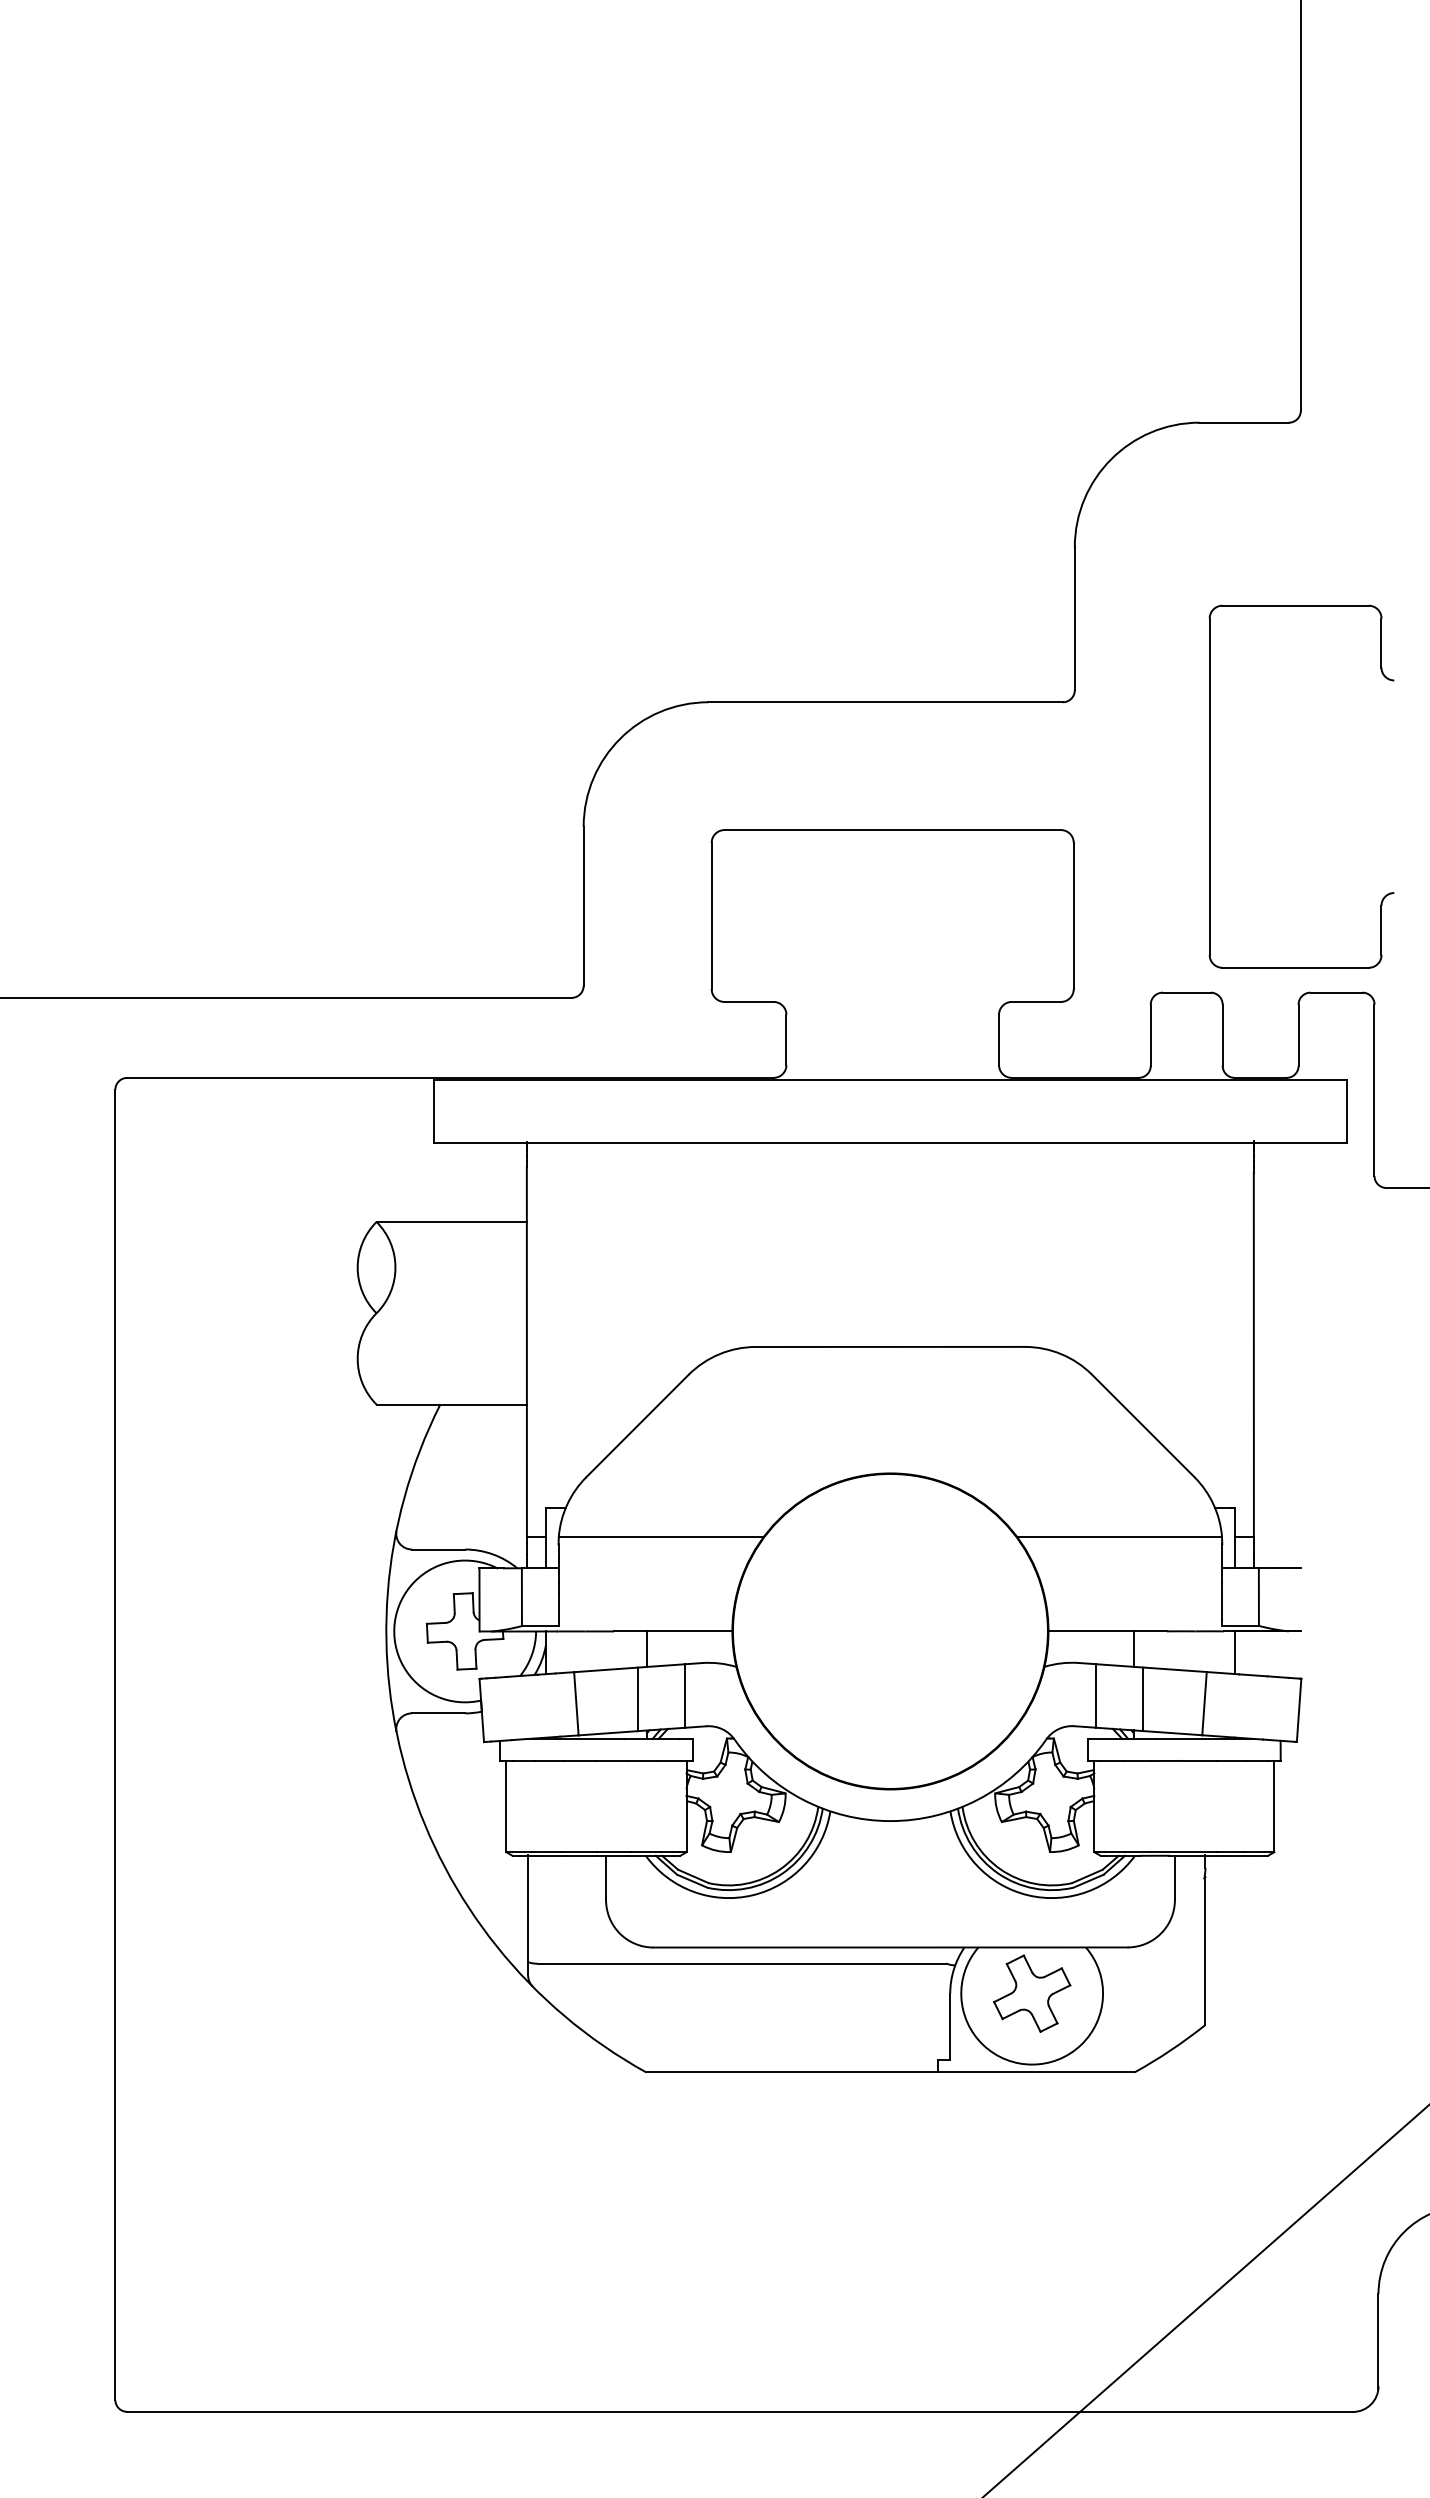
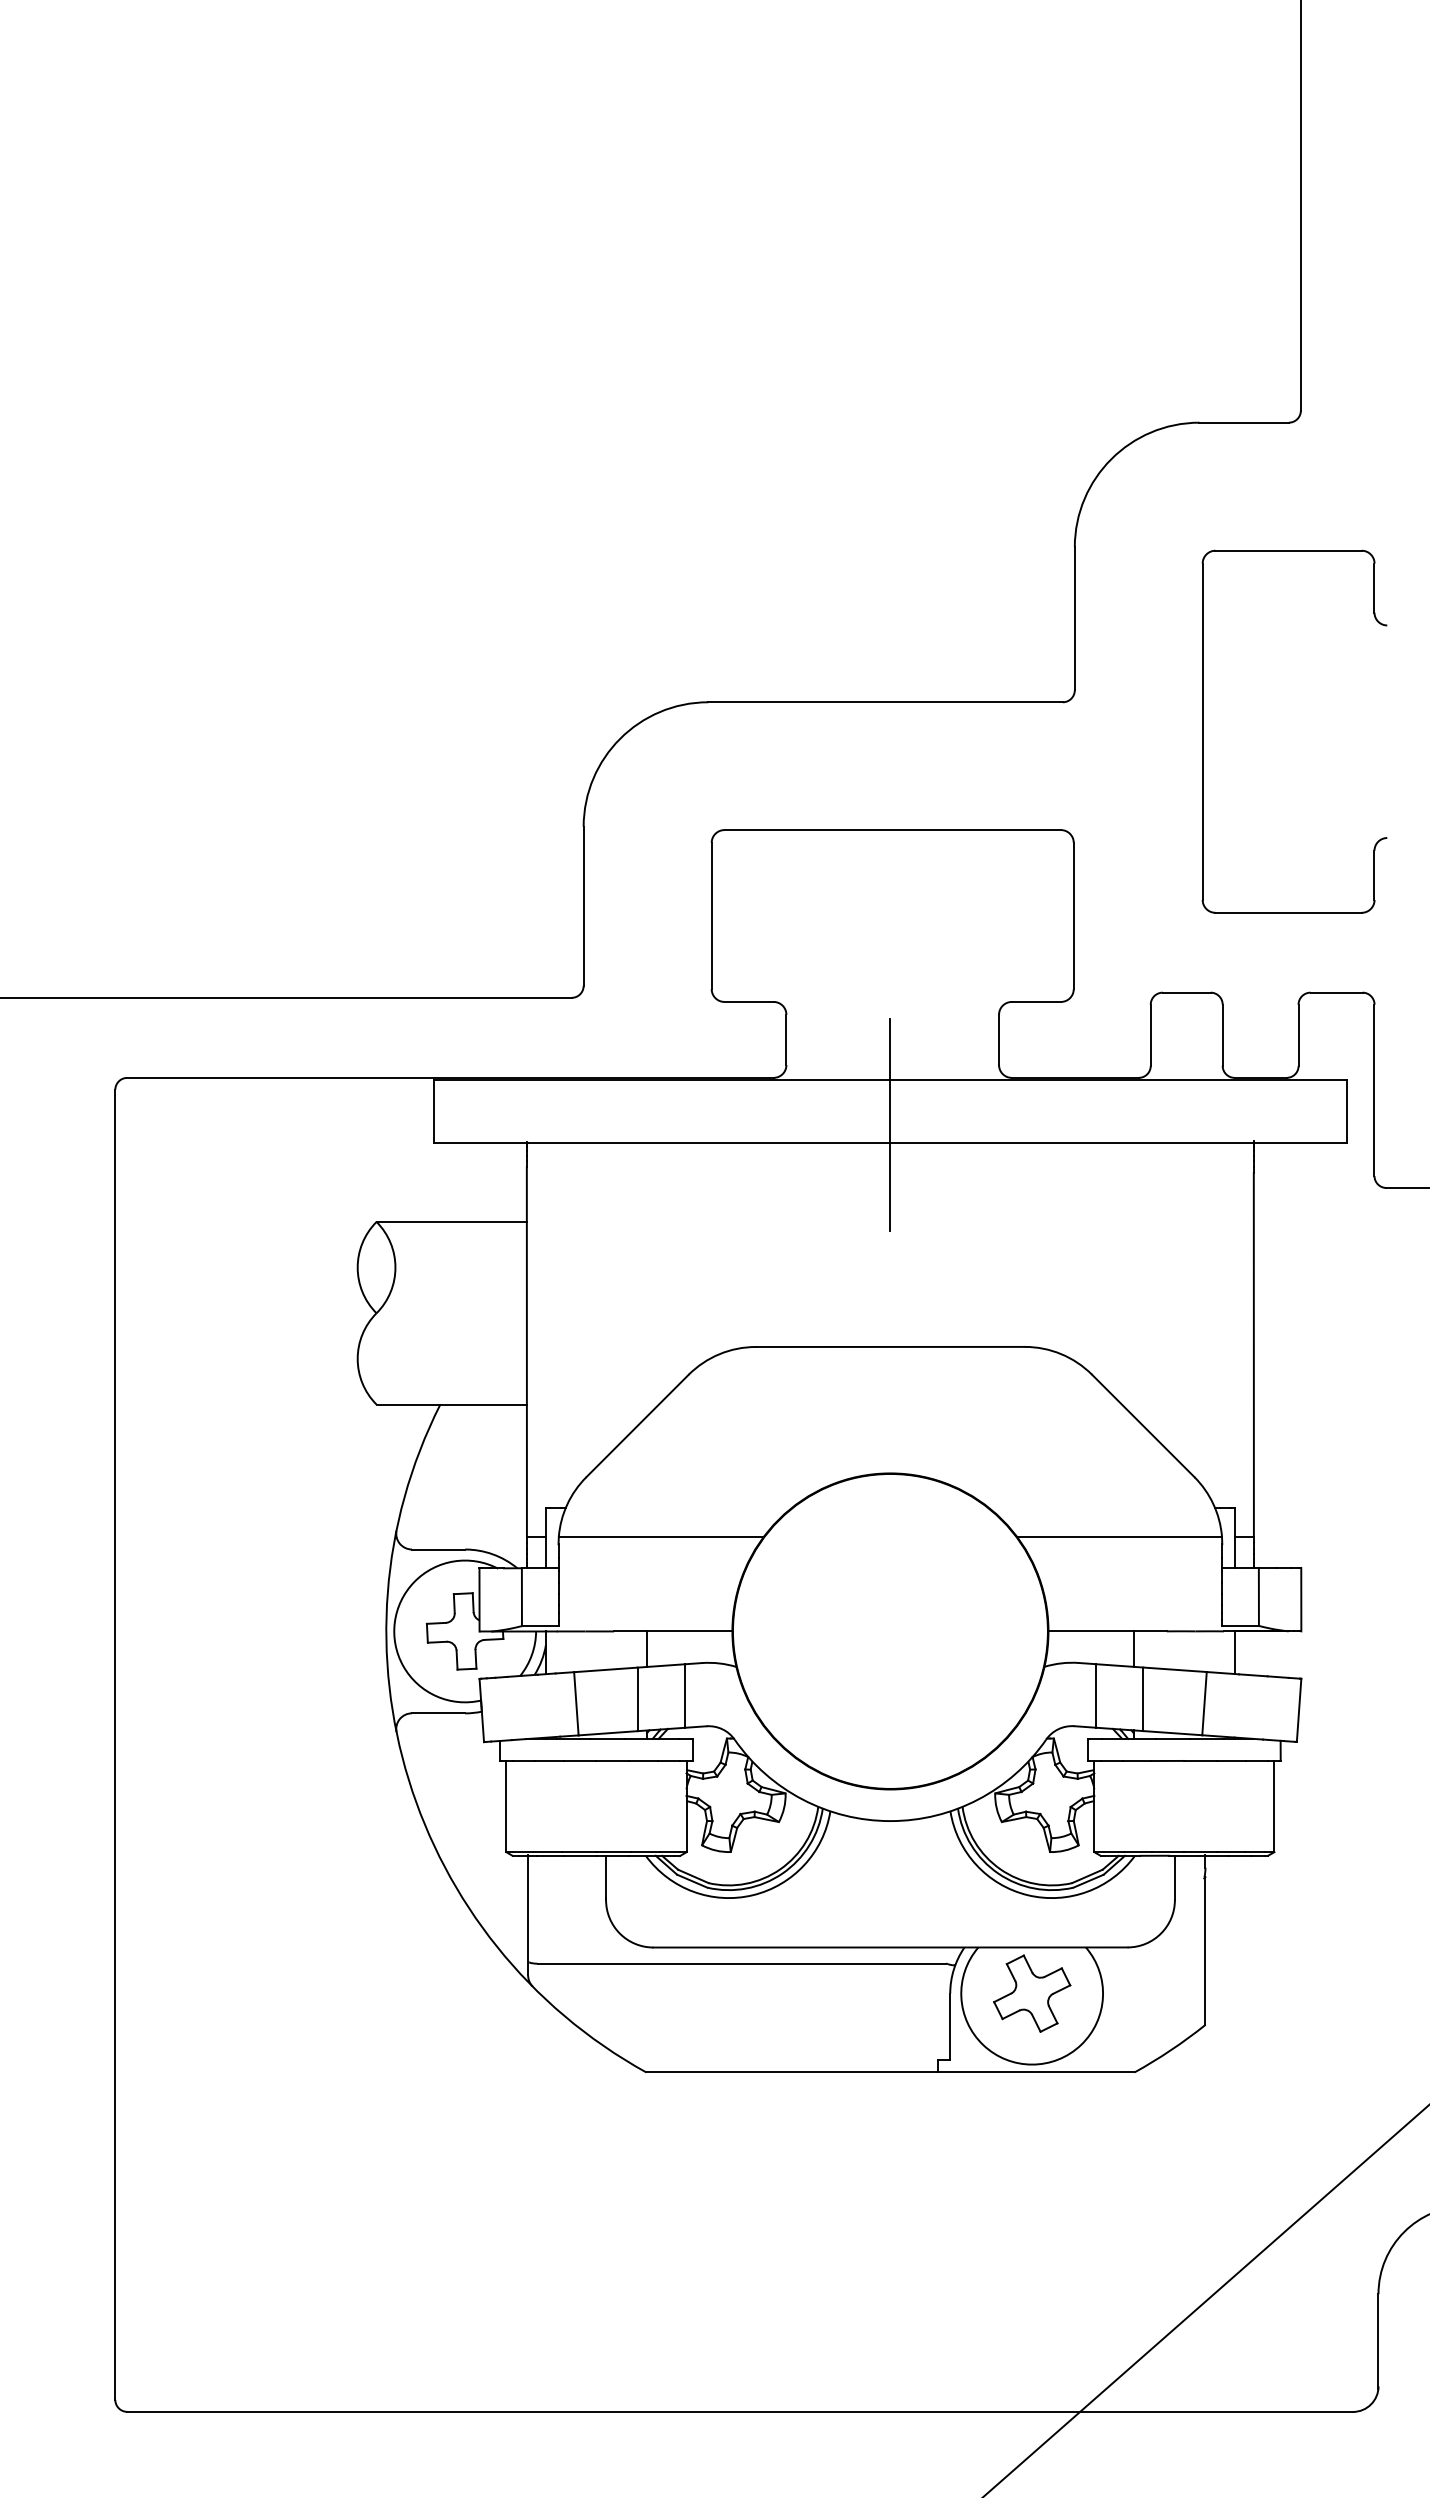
part at (1210, 786) position: (1210, 786) -> (1203, 731)
line at (890, 1125): none -> present
line at (1301, 1599): none -> present
